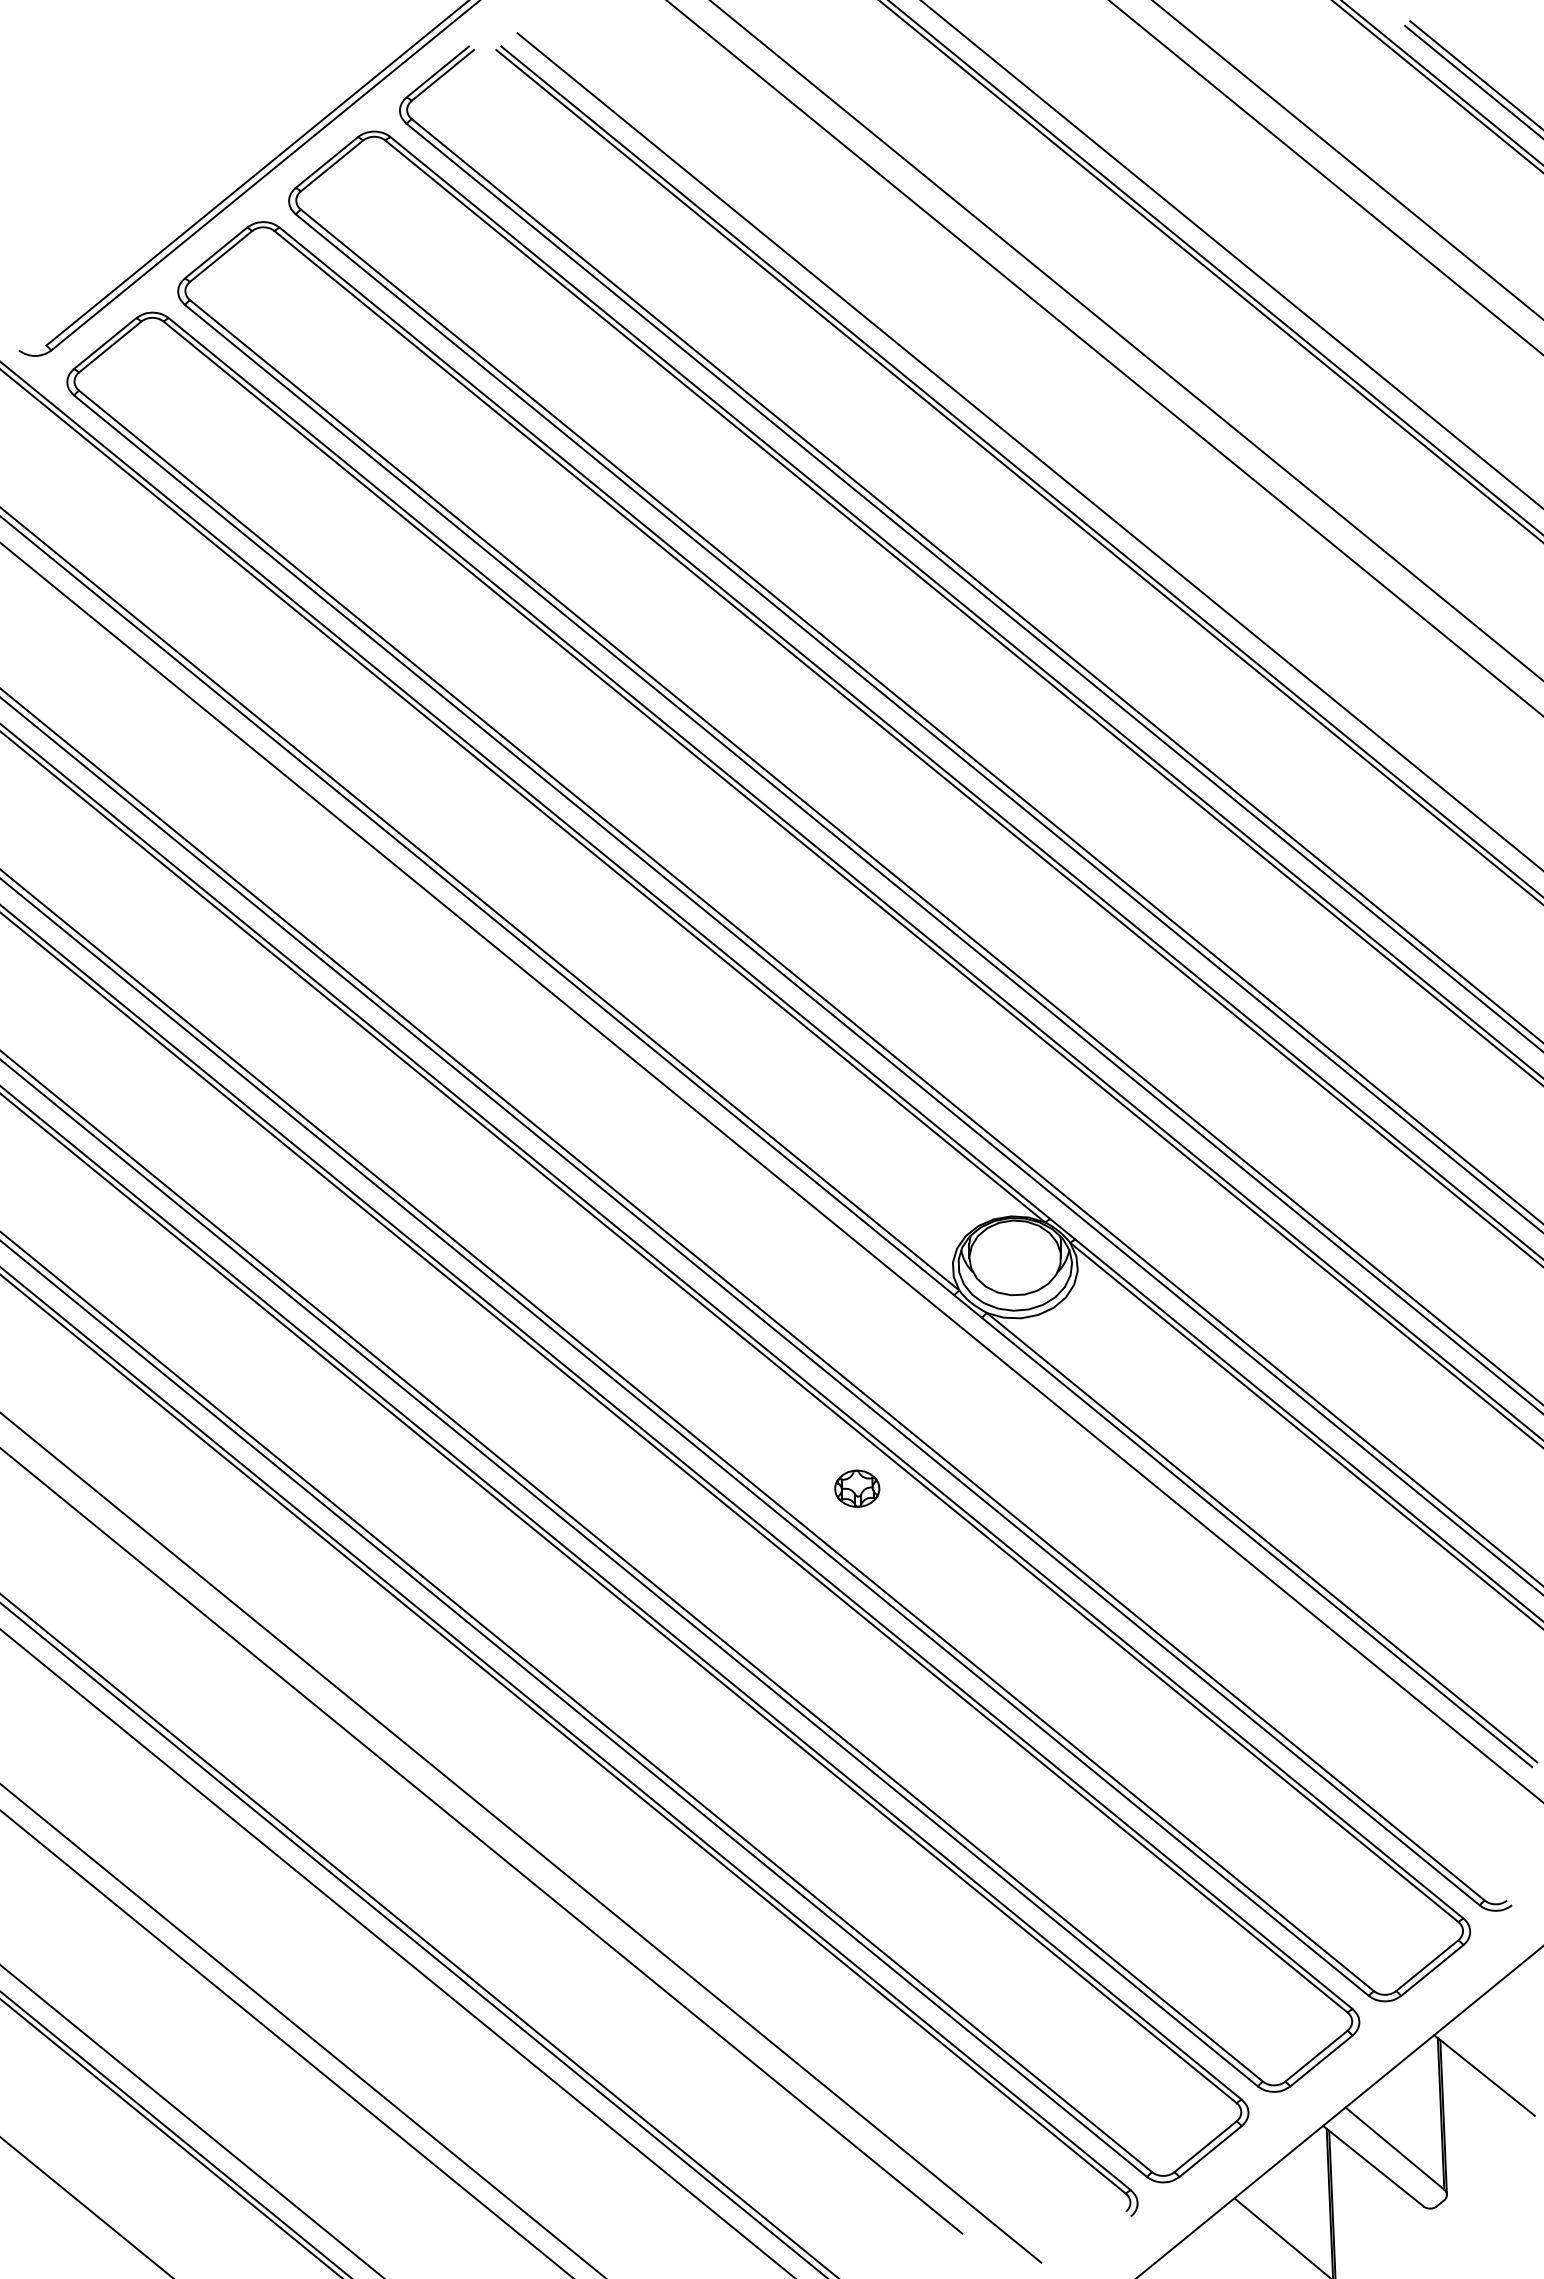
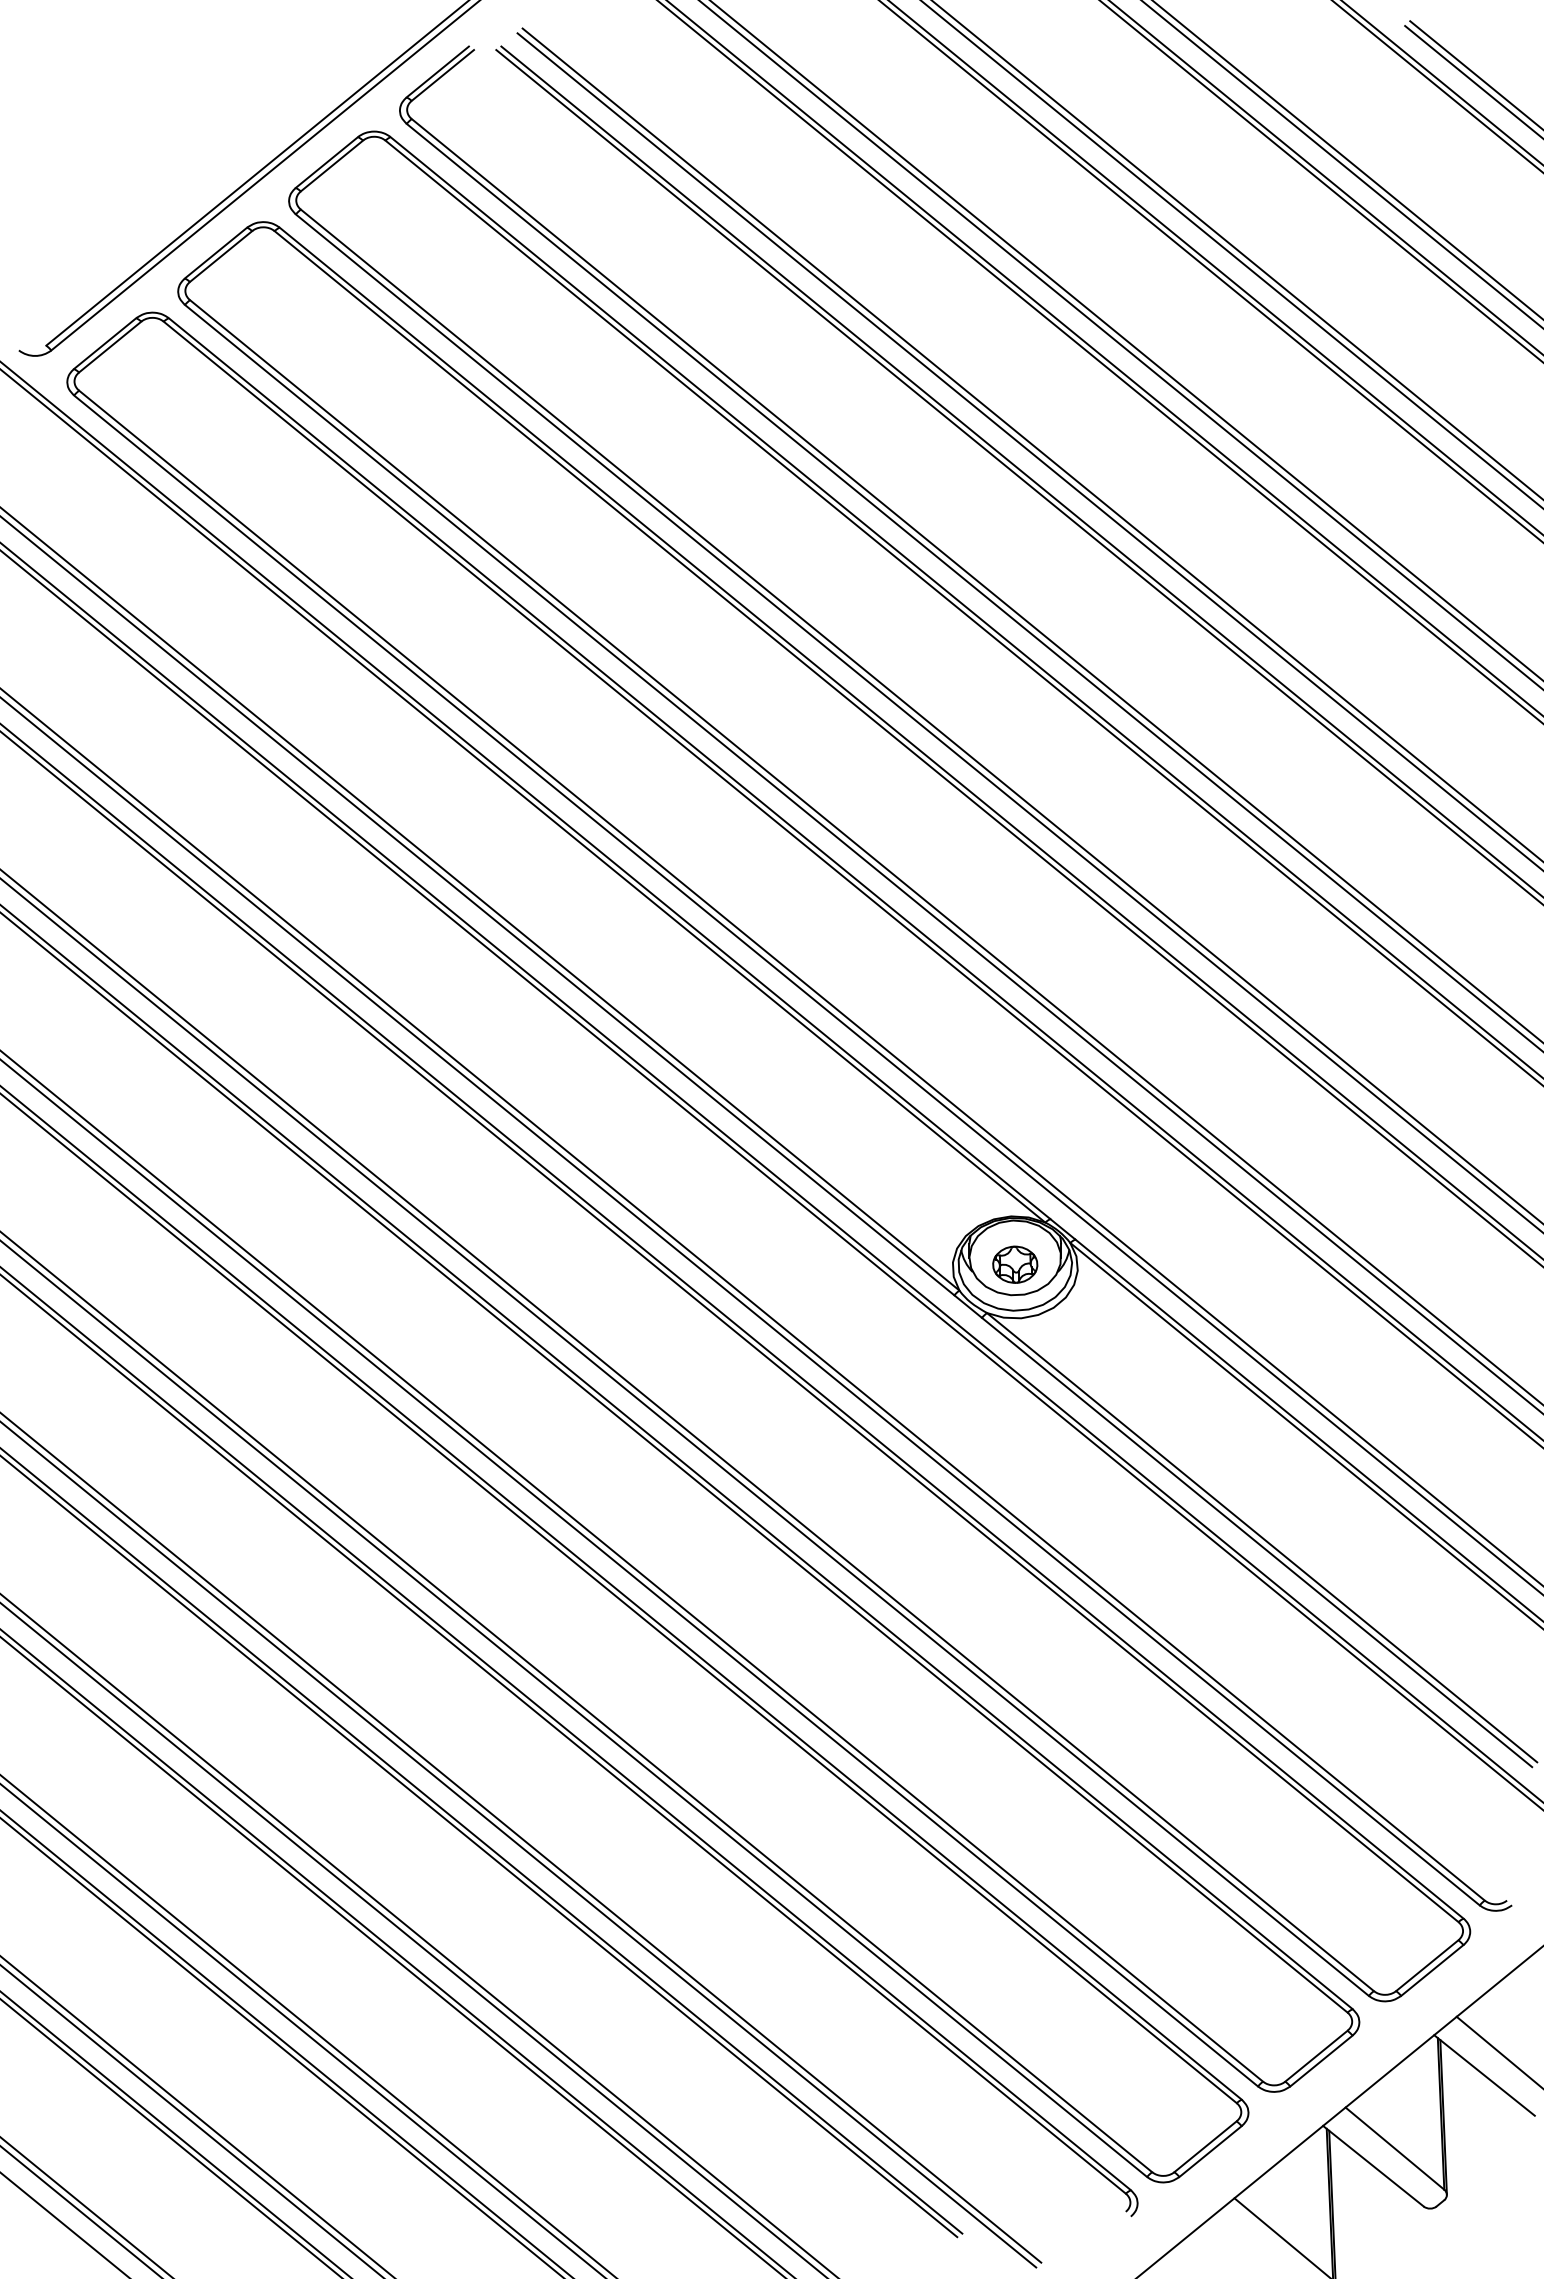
line at (1341, 164): none -> present
line at (1321, 181): none -> present
line at (1236, 249): none -> present
line at (1120, 344): none -> present
line at (1099, 361): none -> present
line at (1031, 443): none -> present
line at (771, 1180): none -> present
part at (857, 1488) position: (857, 1488) -> (1015, 1264)
line at (519, 1845): none -> present
line at (479, 1847): none -> present
line at (392, 1956): none -> present
line at (307, 2025): none -> present
line at (281, 2047): none -> present
line at (1498, 2051): none -> present
line at (196, 2116): none -> present
line at (80, 2211): none -> present
line at (64, 2224): none -> present
